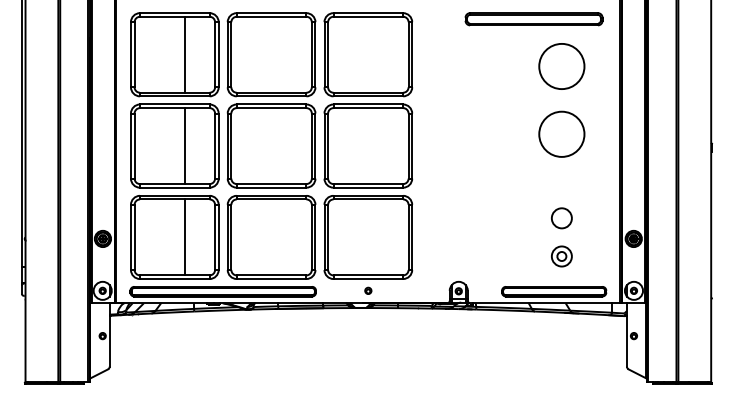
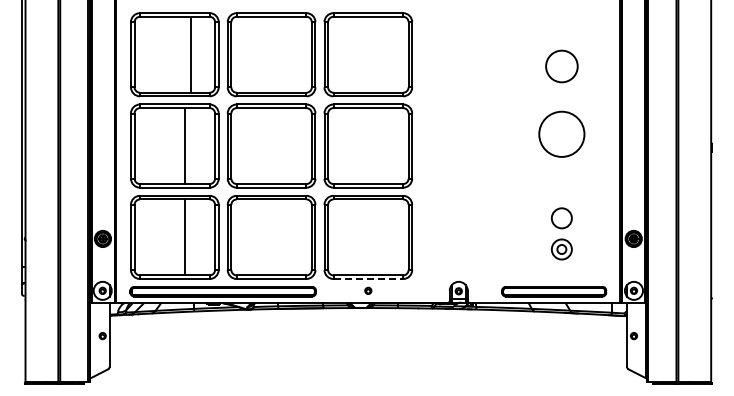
part at (533, 19): present -> none
line at (184, 54) position: (184, 54) -> (190, 54)
circle at (561, 66) size: 48x47 px -> 34x35 px
part at (561, 256) position: (561, 256) -> (561, 249)
line at (368, 279): solid -> dashed
